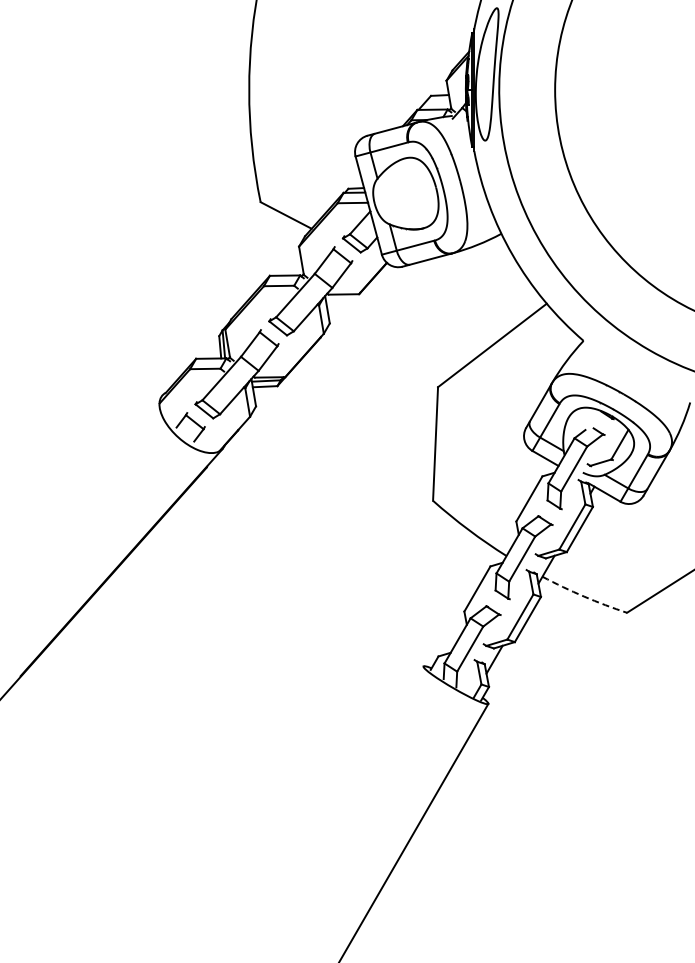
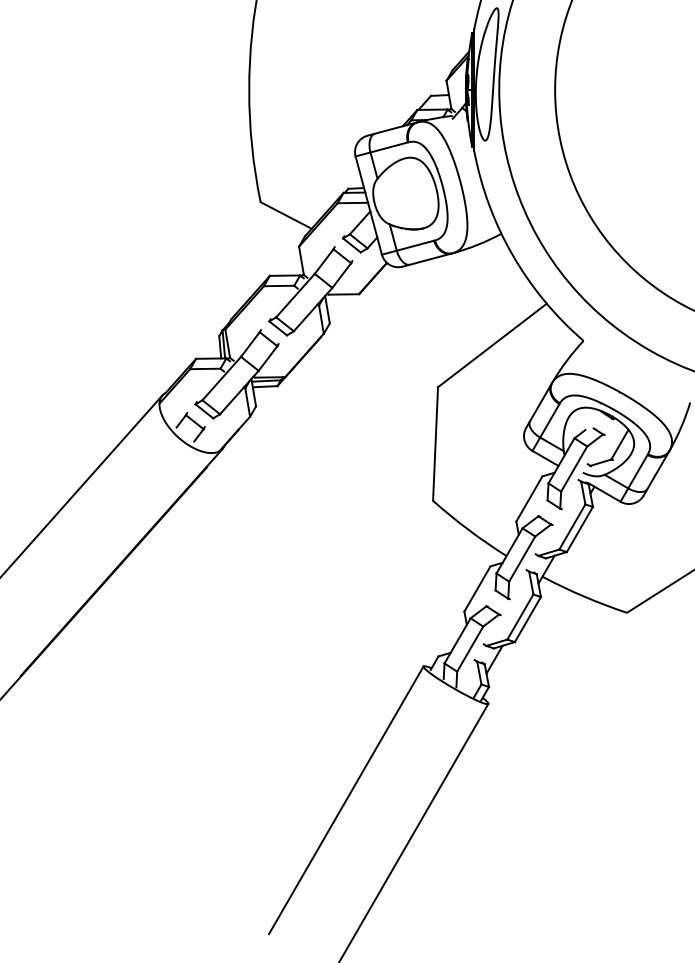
line at (82, 485): none -> present
arc at (584, 596): dashed -> solid
line at (346, 800): none -> present
